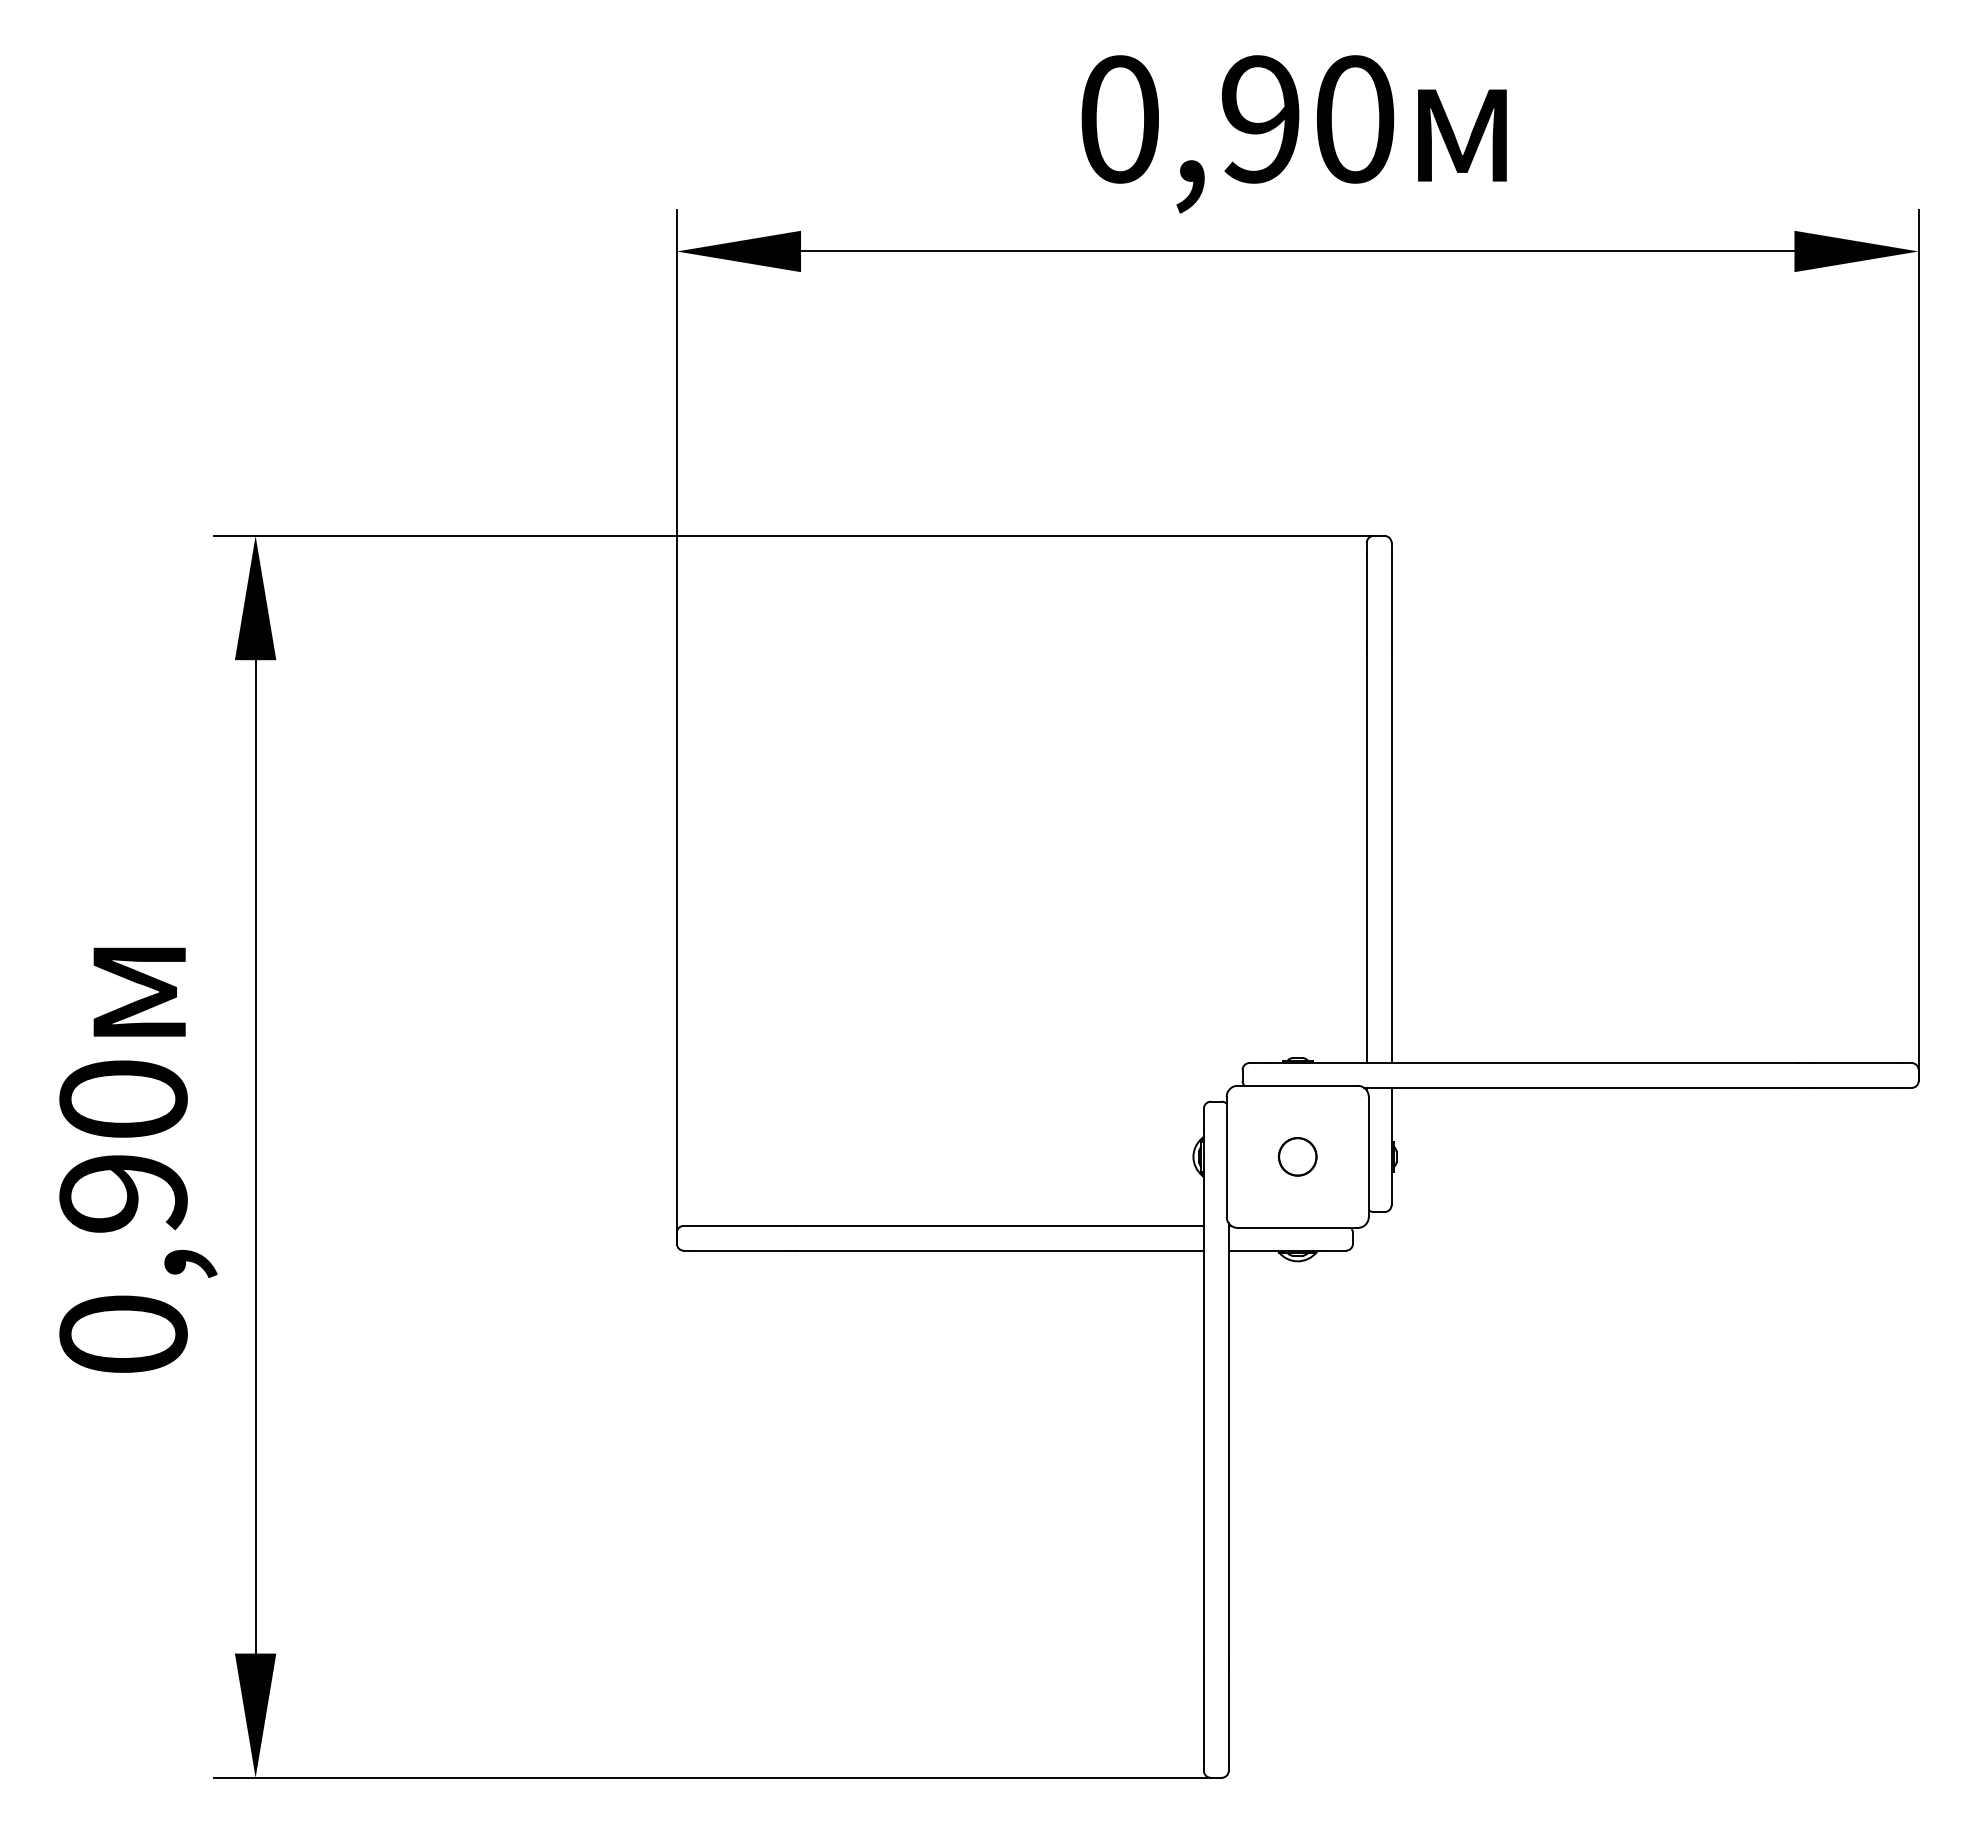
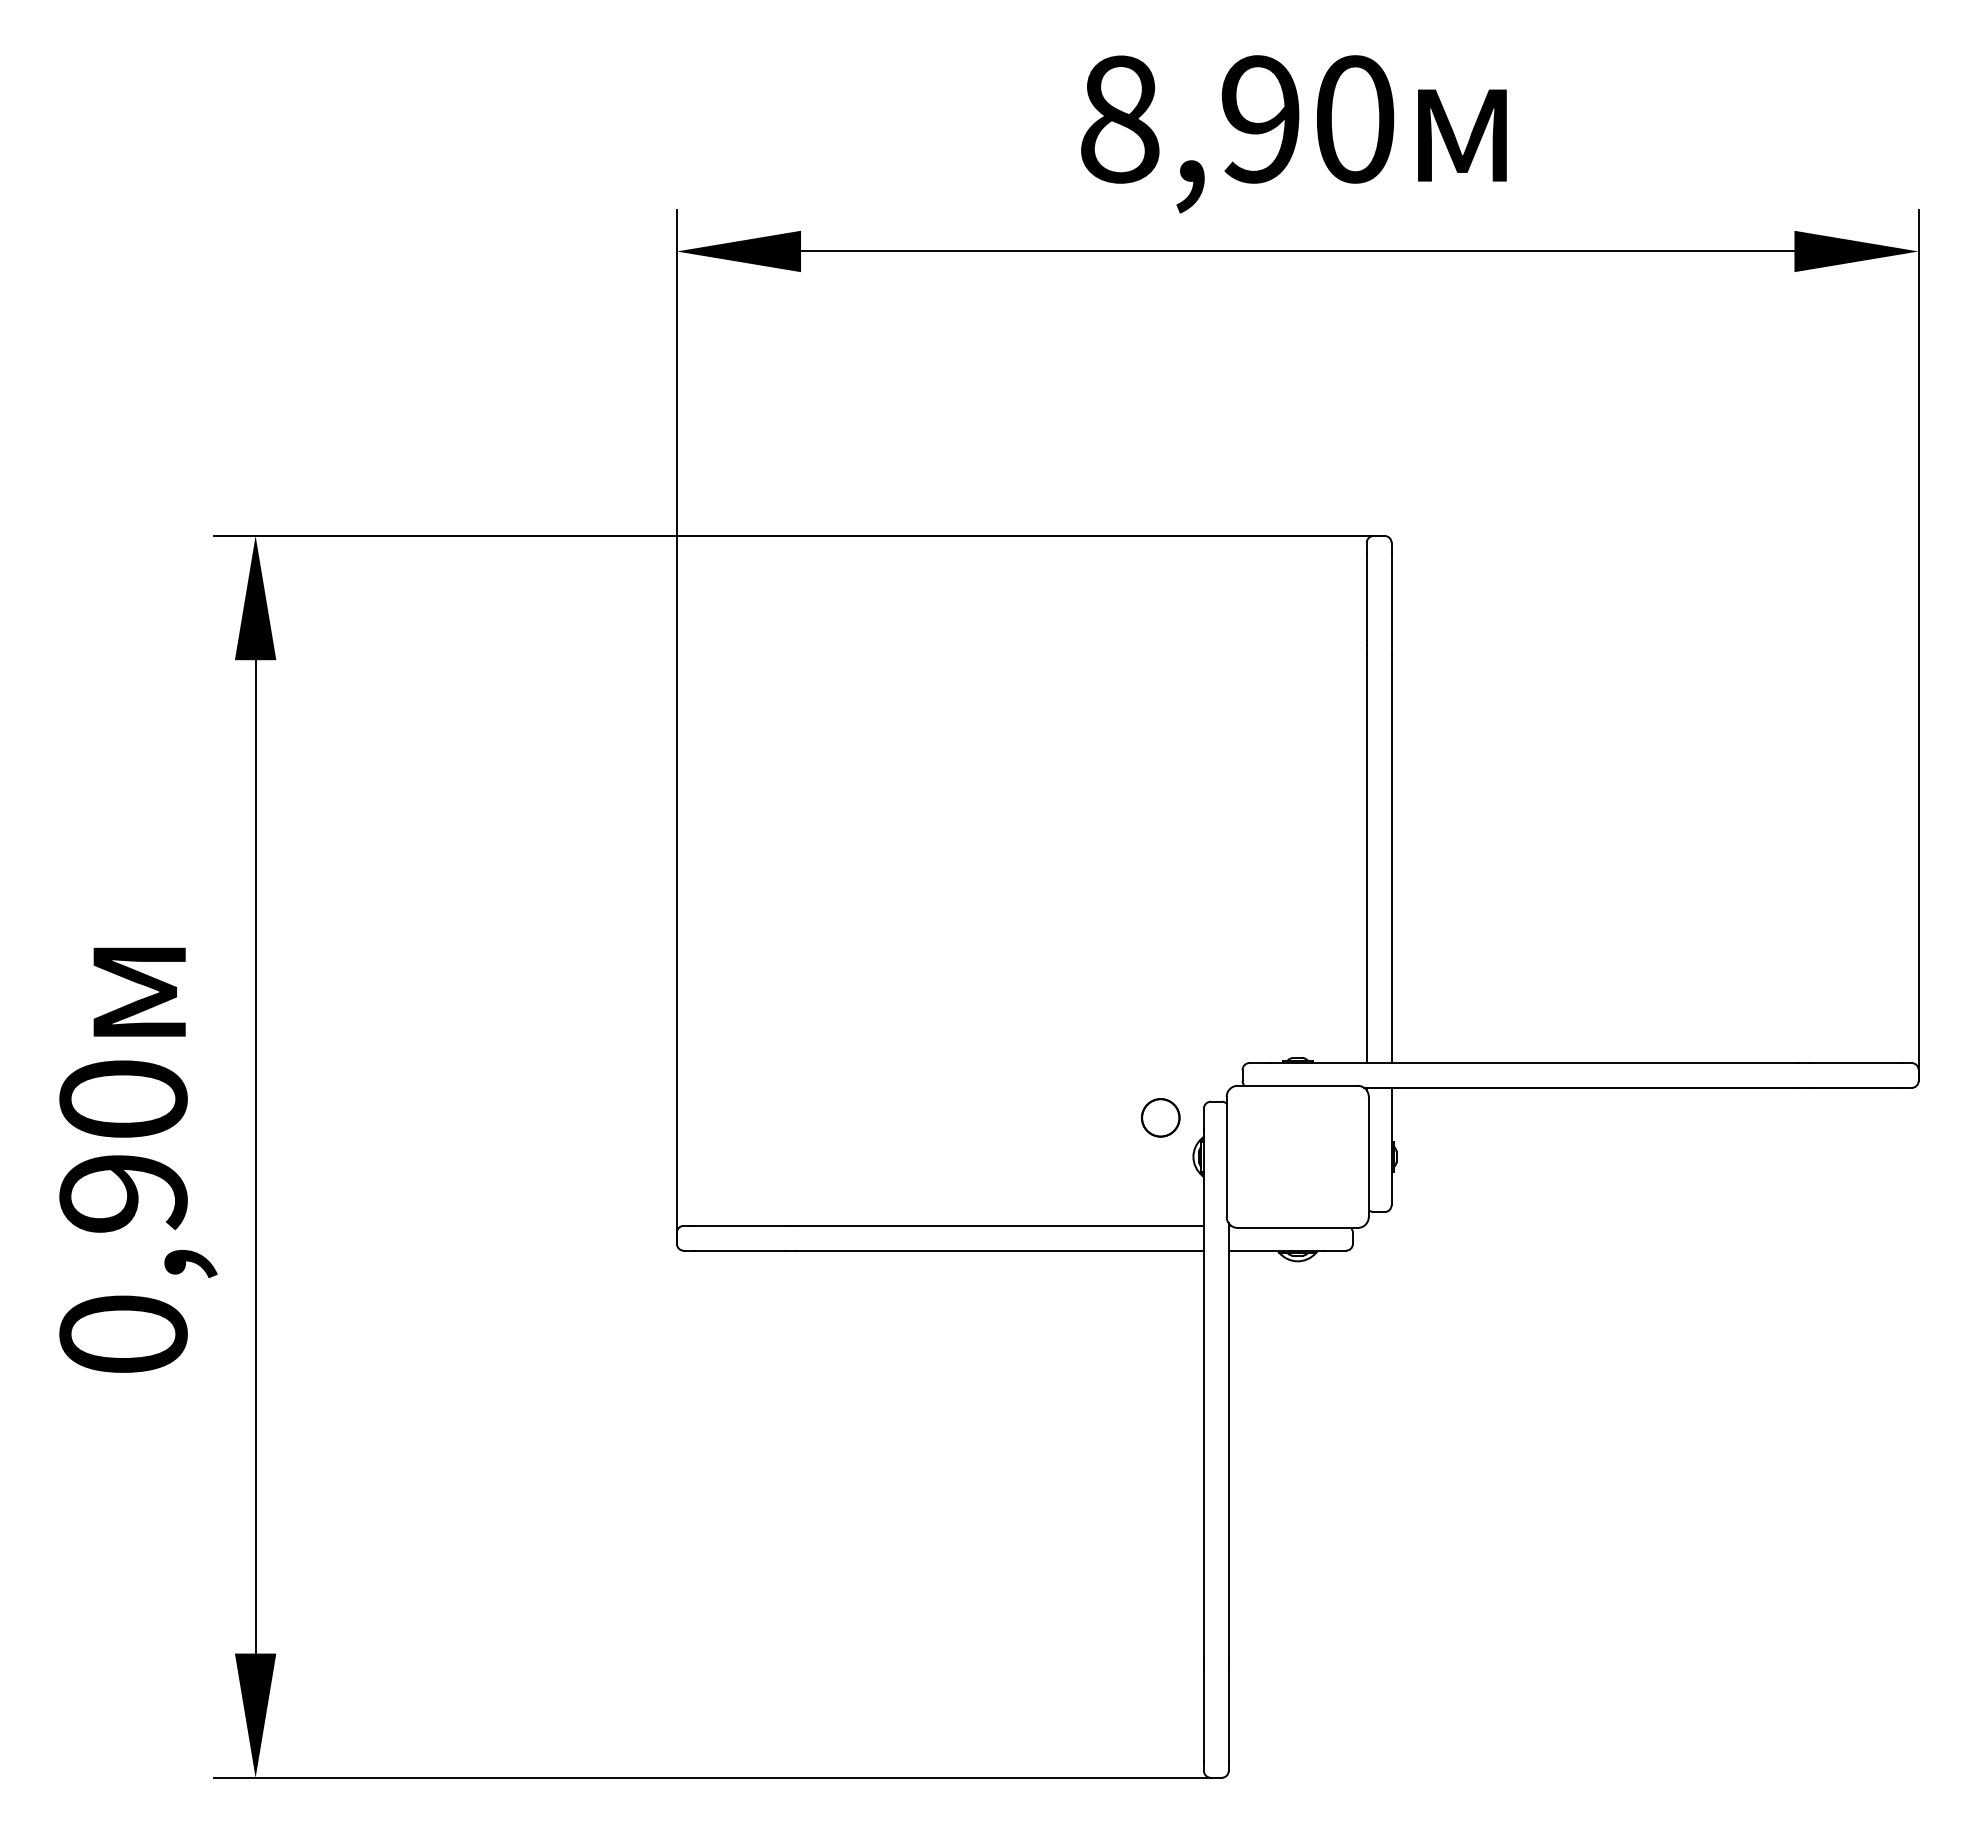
text at (1120, 119): 0,90 -> 8,90
circle at (1297, 1156) position: (1297, 1156) -> (1160, 1117)
